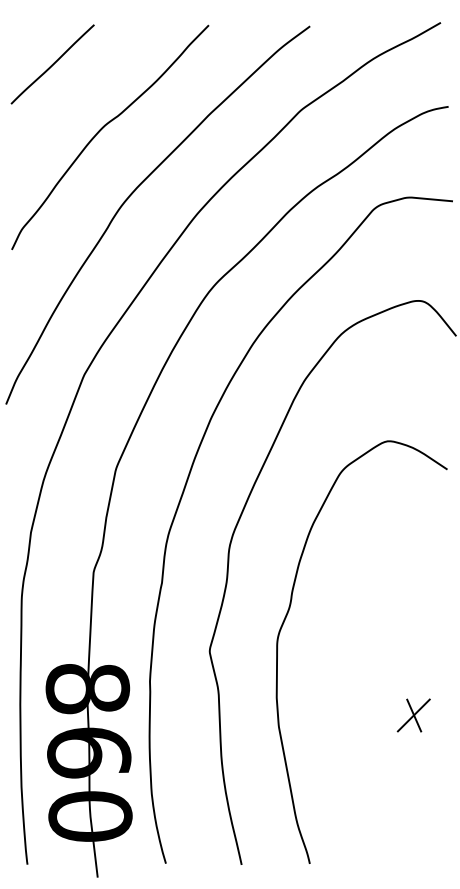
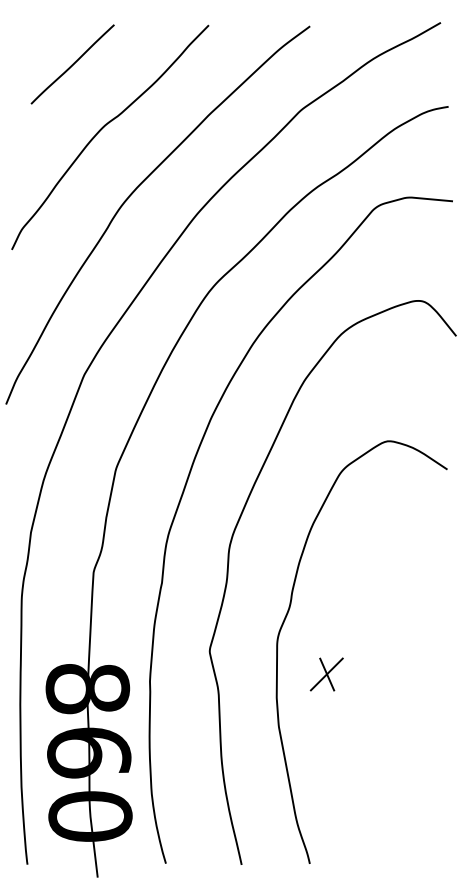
line at (52, 64) position: (52, 64) -> (72, 64)
part at (413, 715) position: (413, 715) -> (326, 674)
